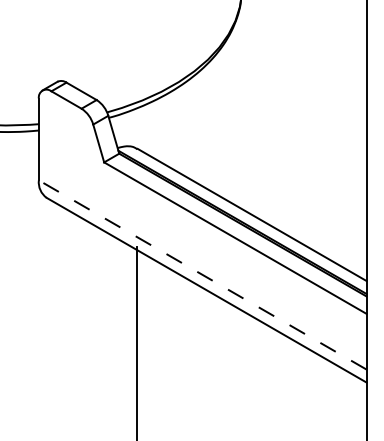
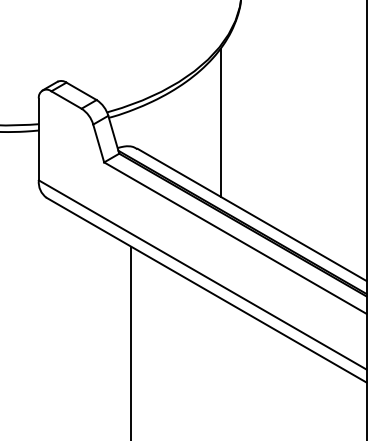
line at (220, 122): none -> present
line at (202, 274): dashed -> solid
line at (137, 341) position: (137, 341) -> (131, 341)
